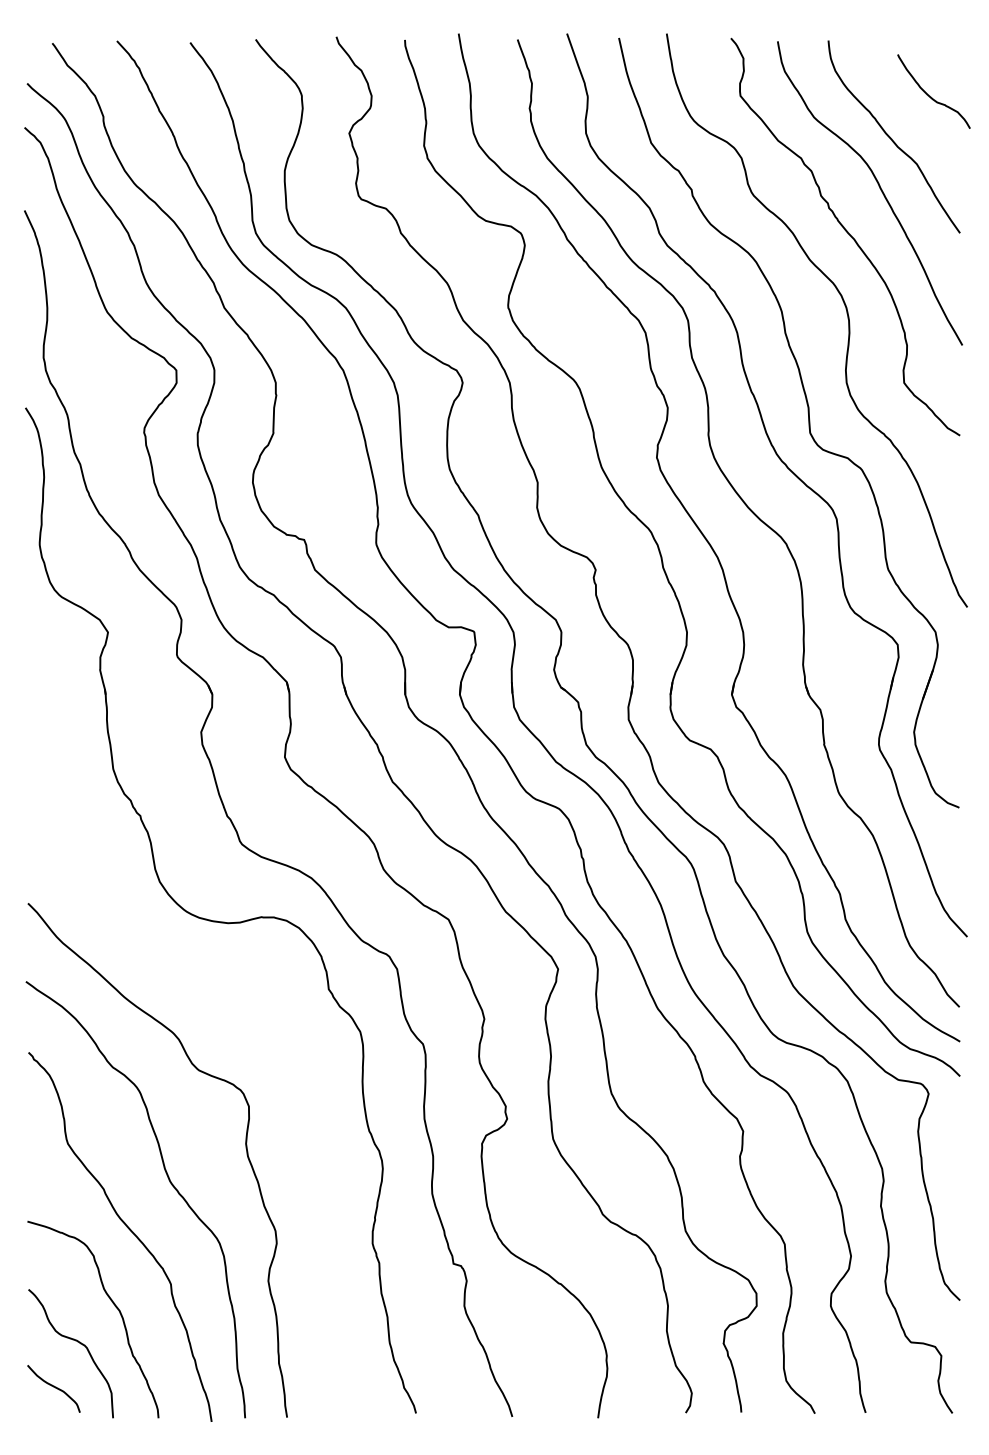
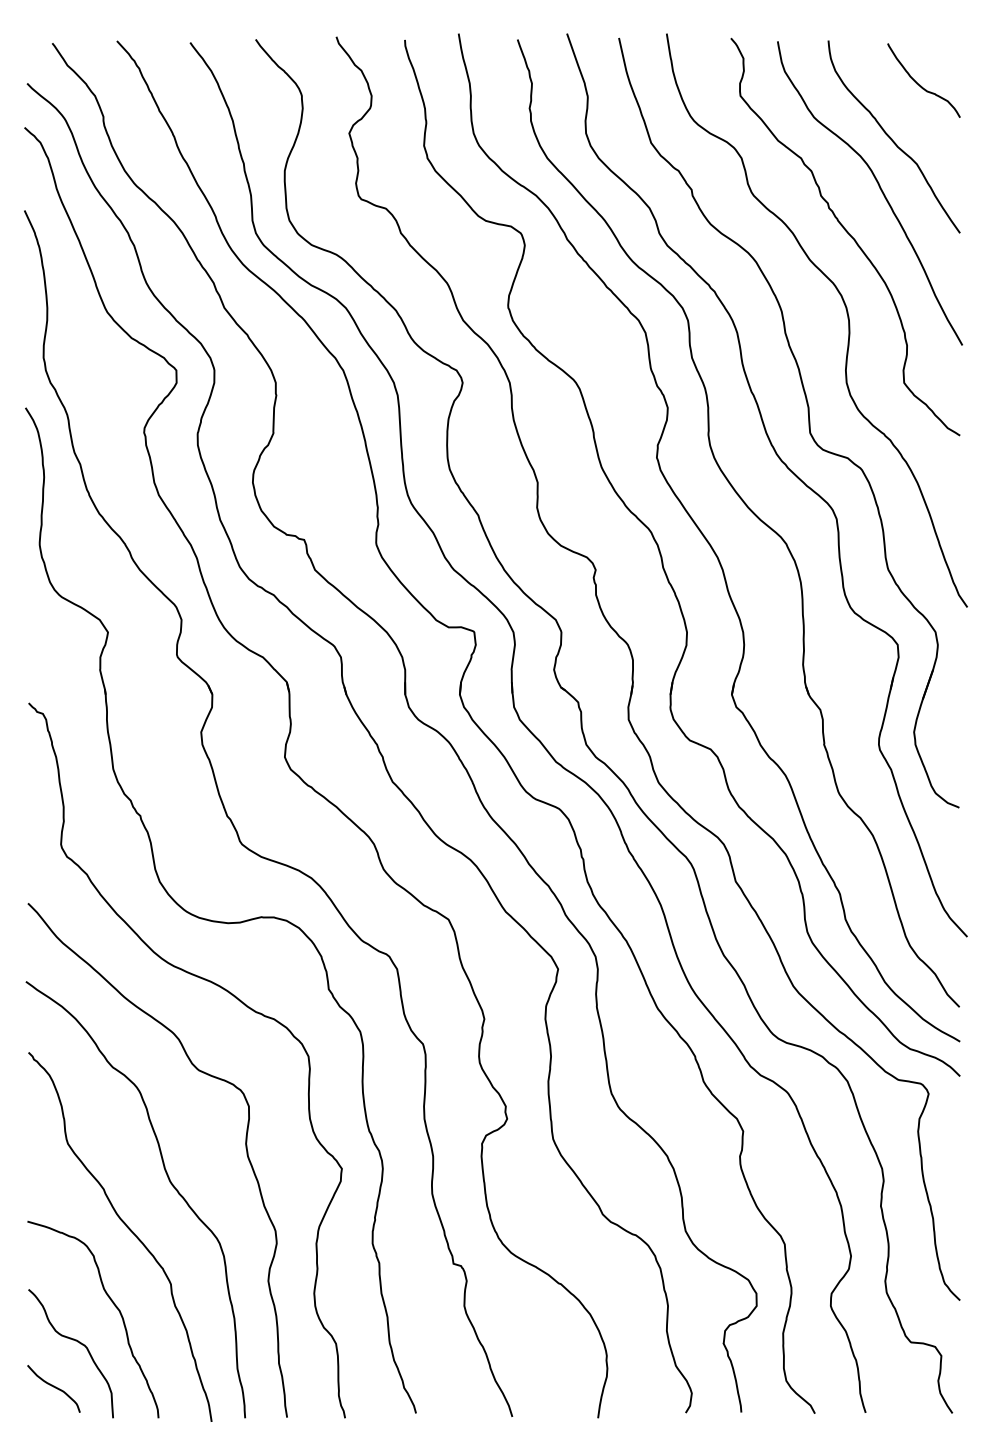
curve at (931, 96) position: (931, 96) -> (921, 85)
curve at (235, 998): none -> present
